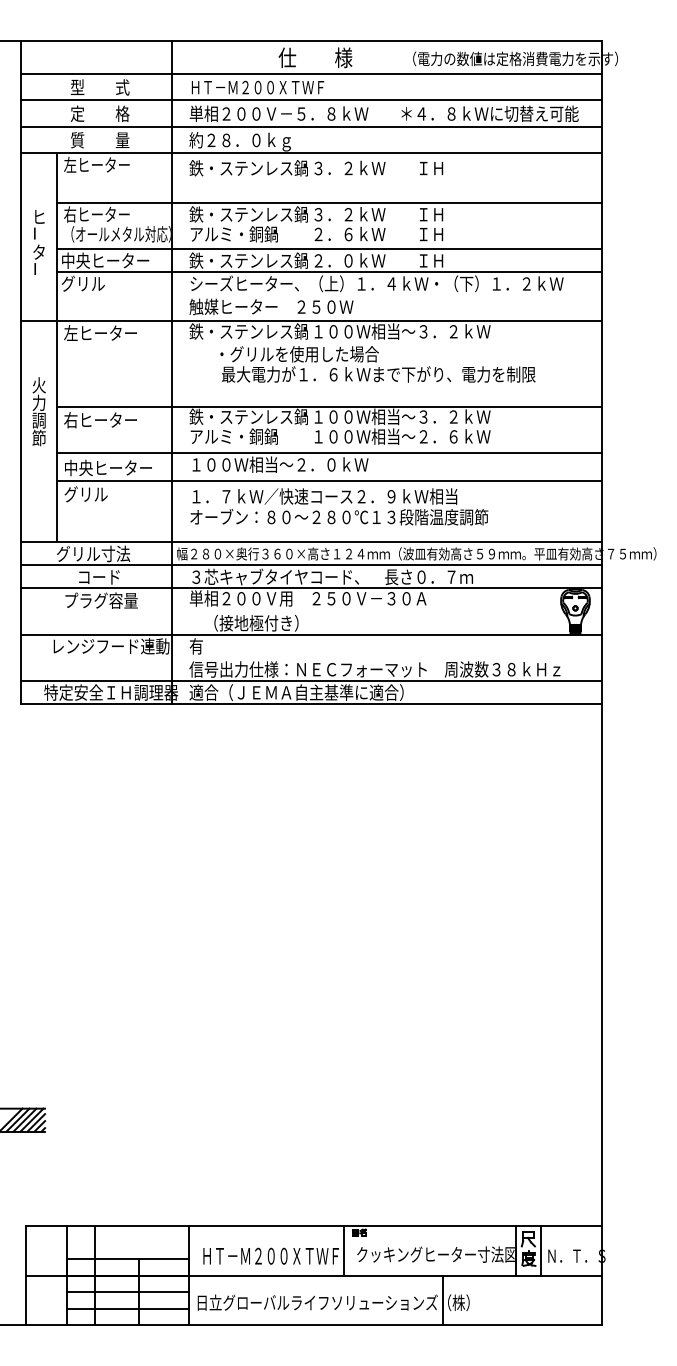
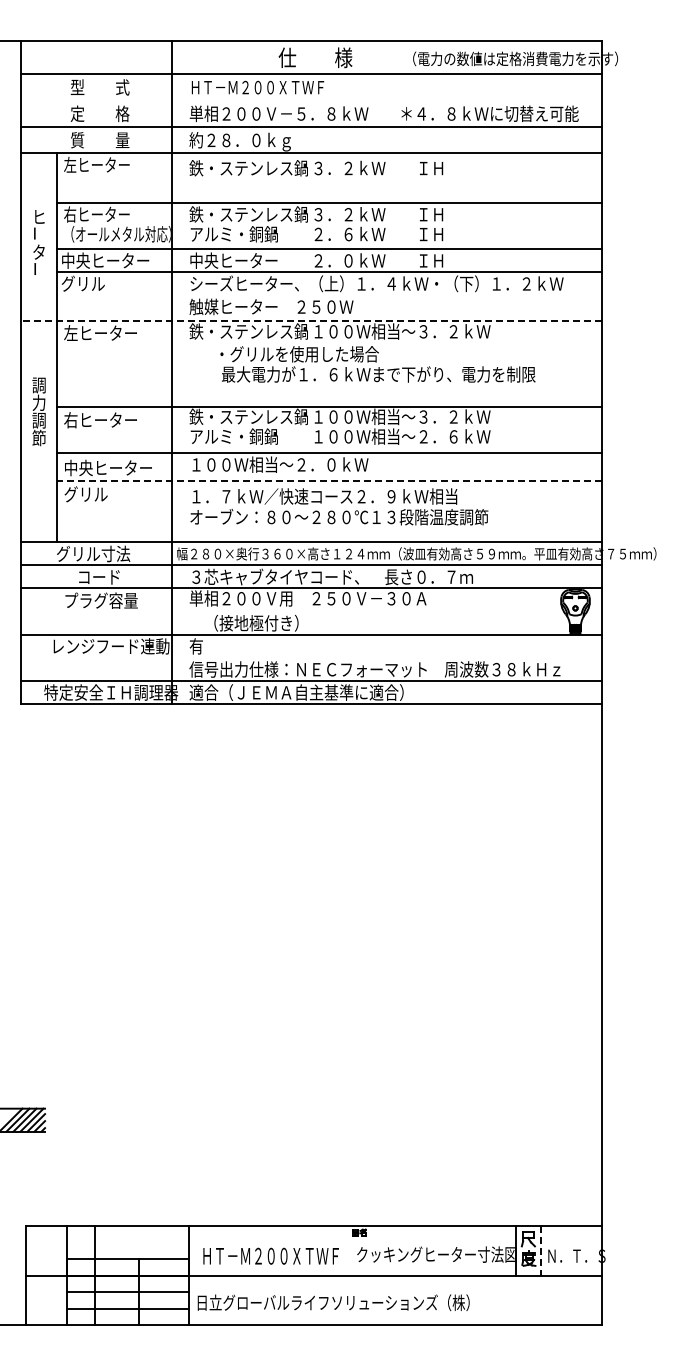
line at (310, 100): present -> none
text at (248, 260): 鉄・ステンレス鍋 -> 中央ヒーター
line at (310, 321): solid -> dashed
text at (38, 385): 火 -> 調
line at (328, 480): solid -> dashed
line at (344, 1250): present -> none
line at (540, 1250): solid -> dashed
line at (443, 1300): present -> none
